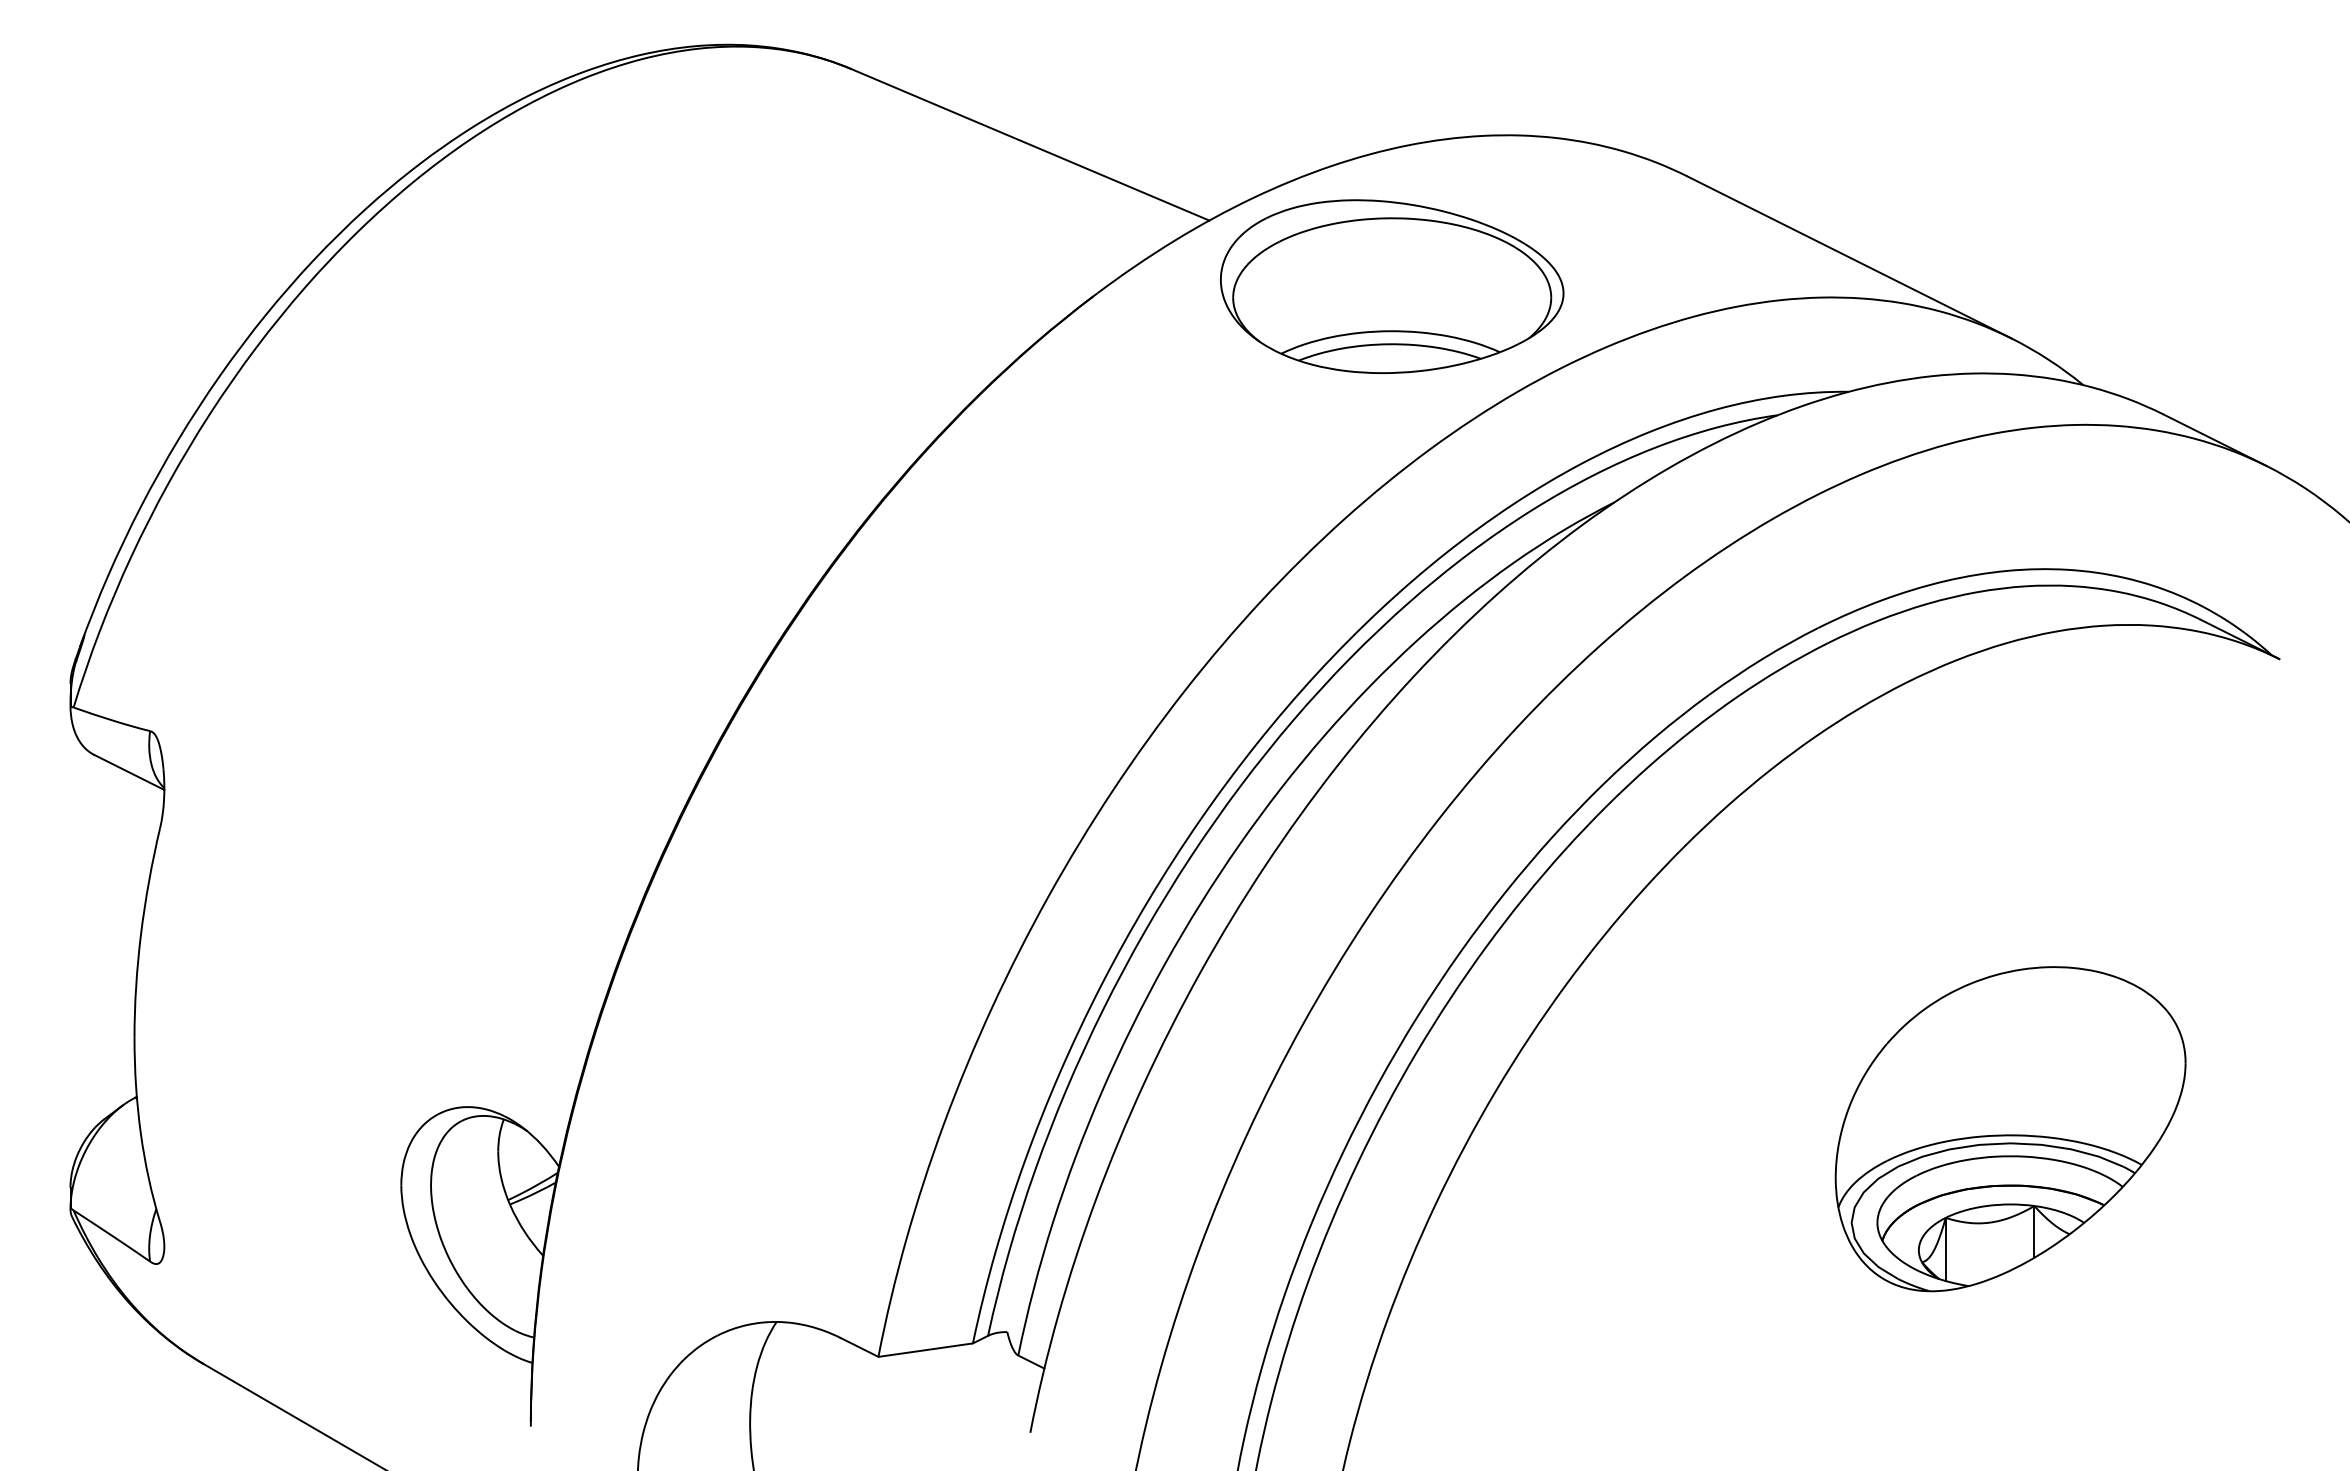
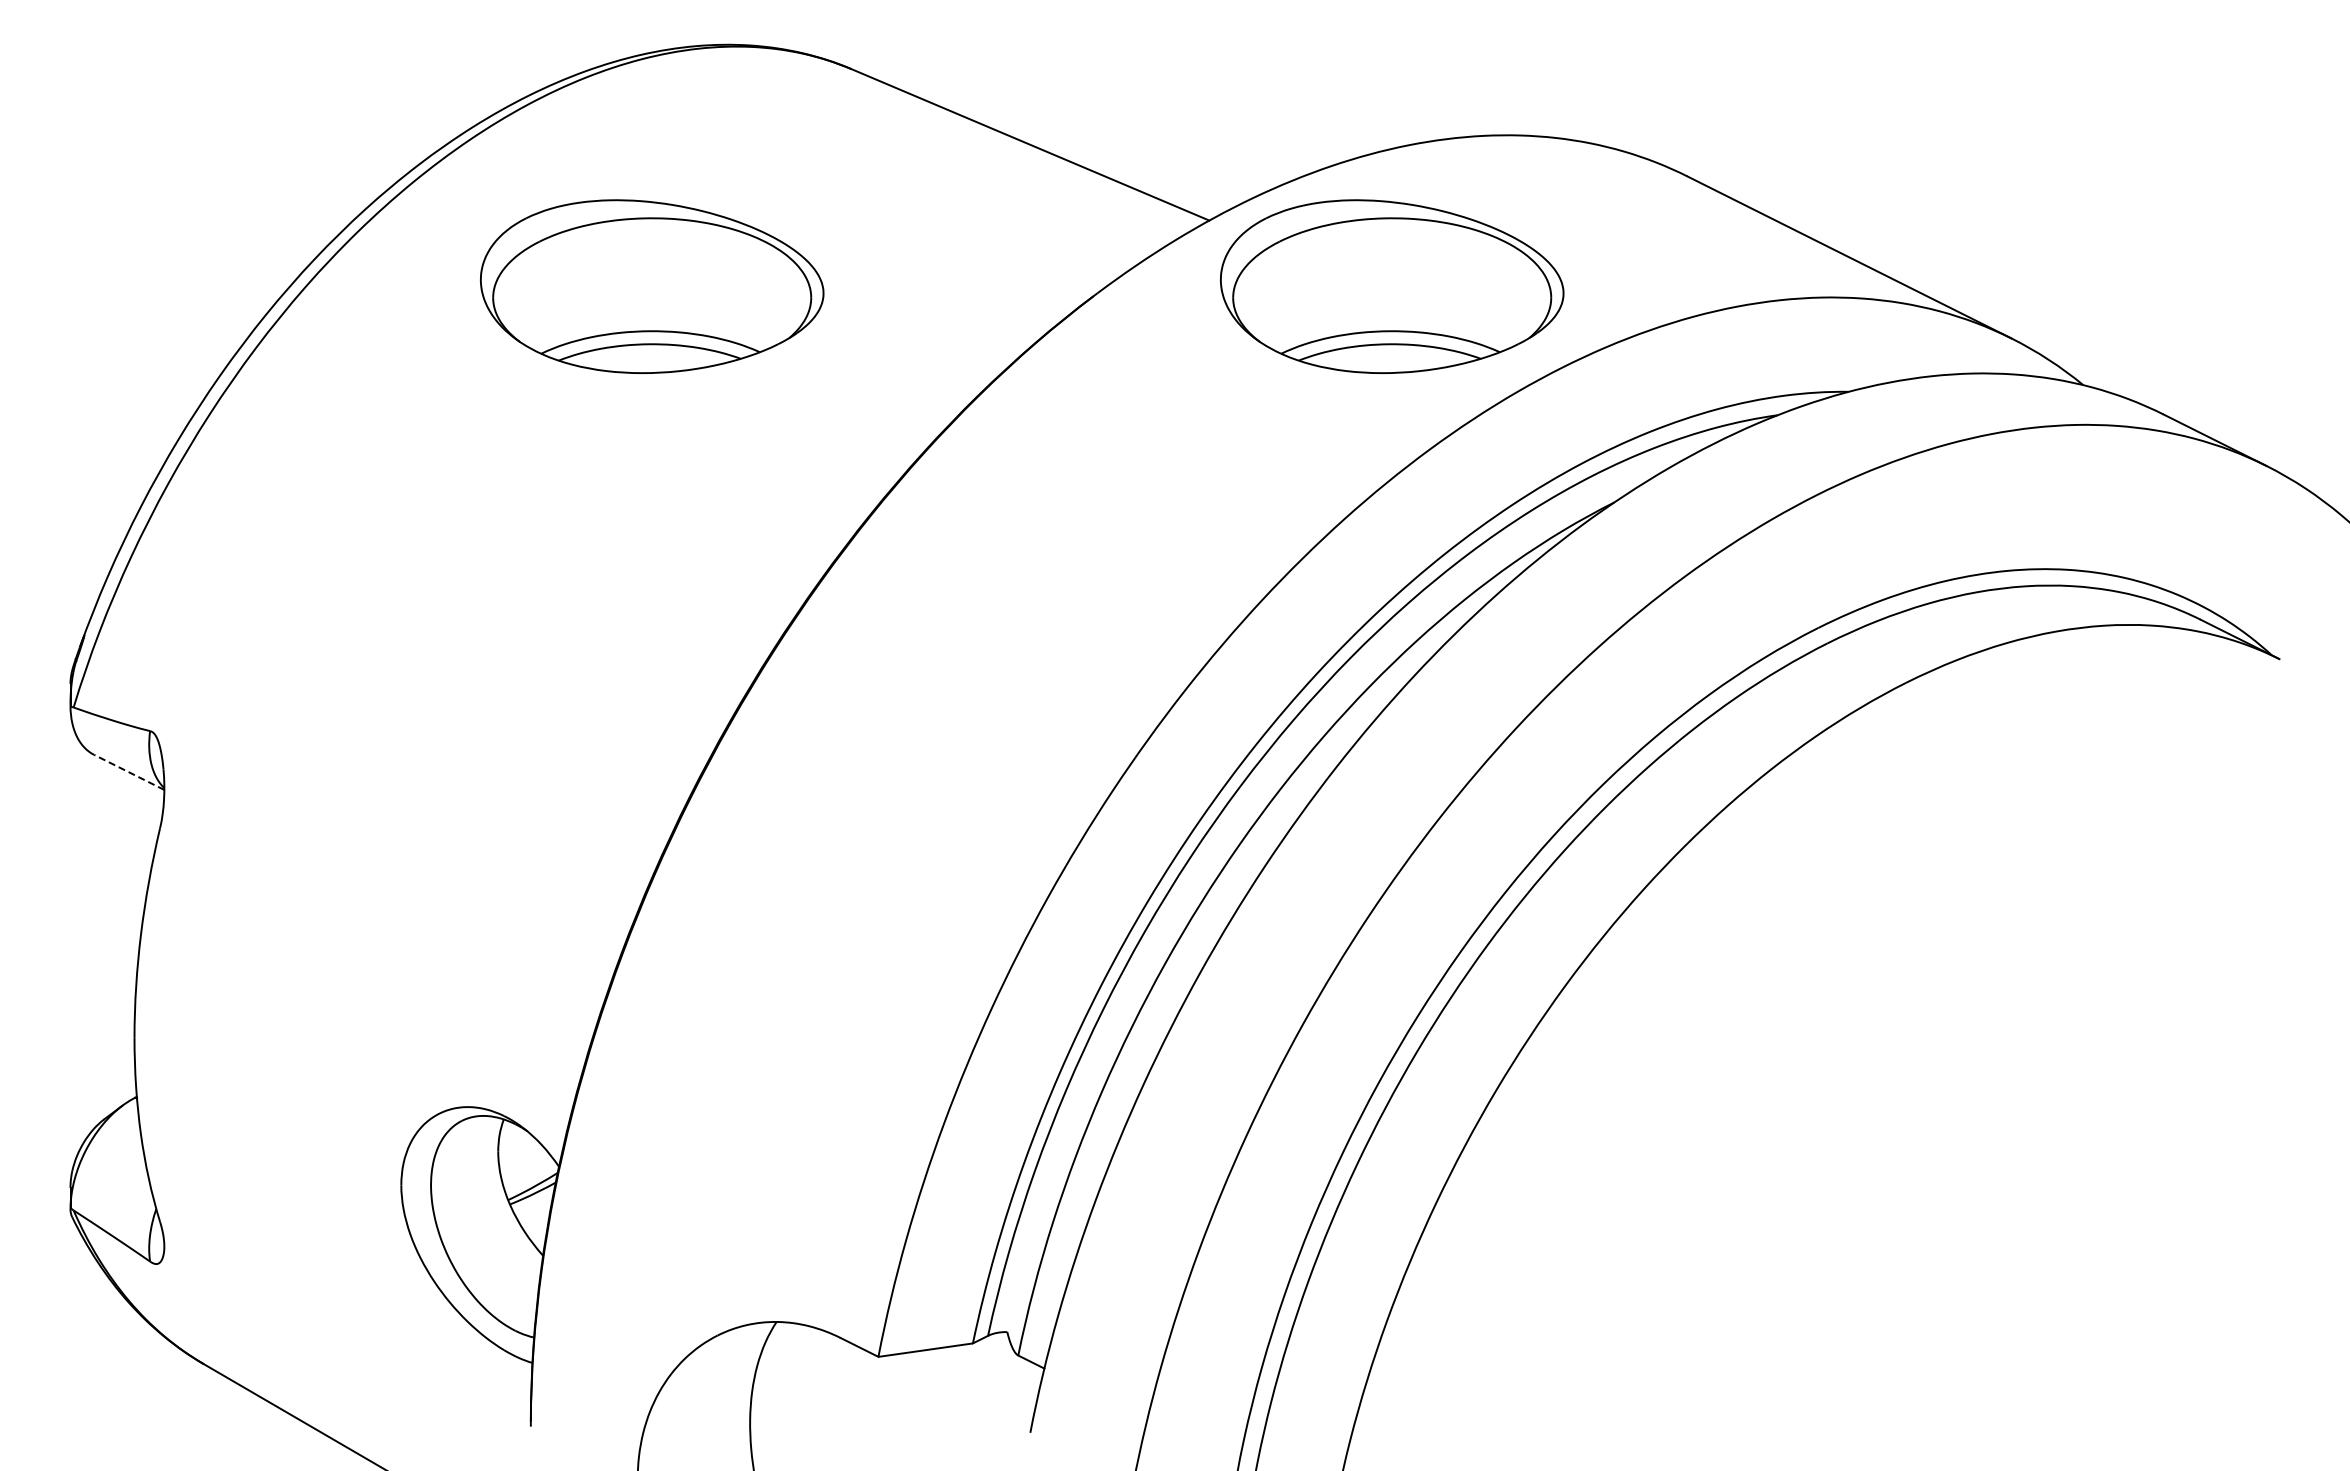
part at (652, 286): none -> present
line at (128, 772): solid -> dashed
part at (2010, 1129): present -> none
